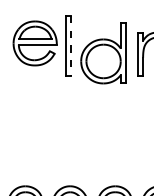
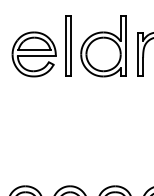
part at (34, 43) position: (34, 43) -> (33, 54)
line at (70, 45): dashed -> solid
part at (103, 53) position: (103, 53) -> (103, 46)
